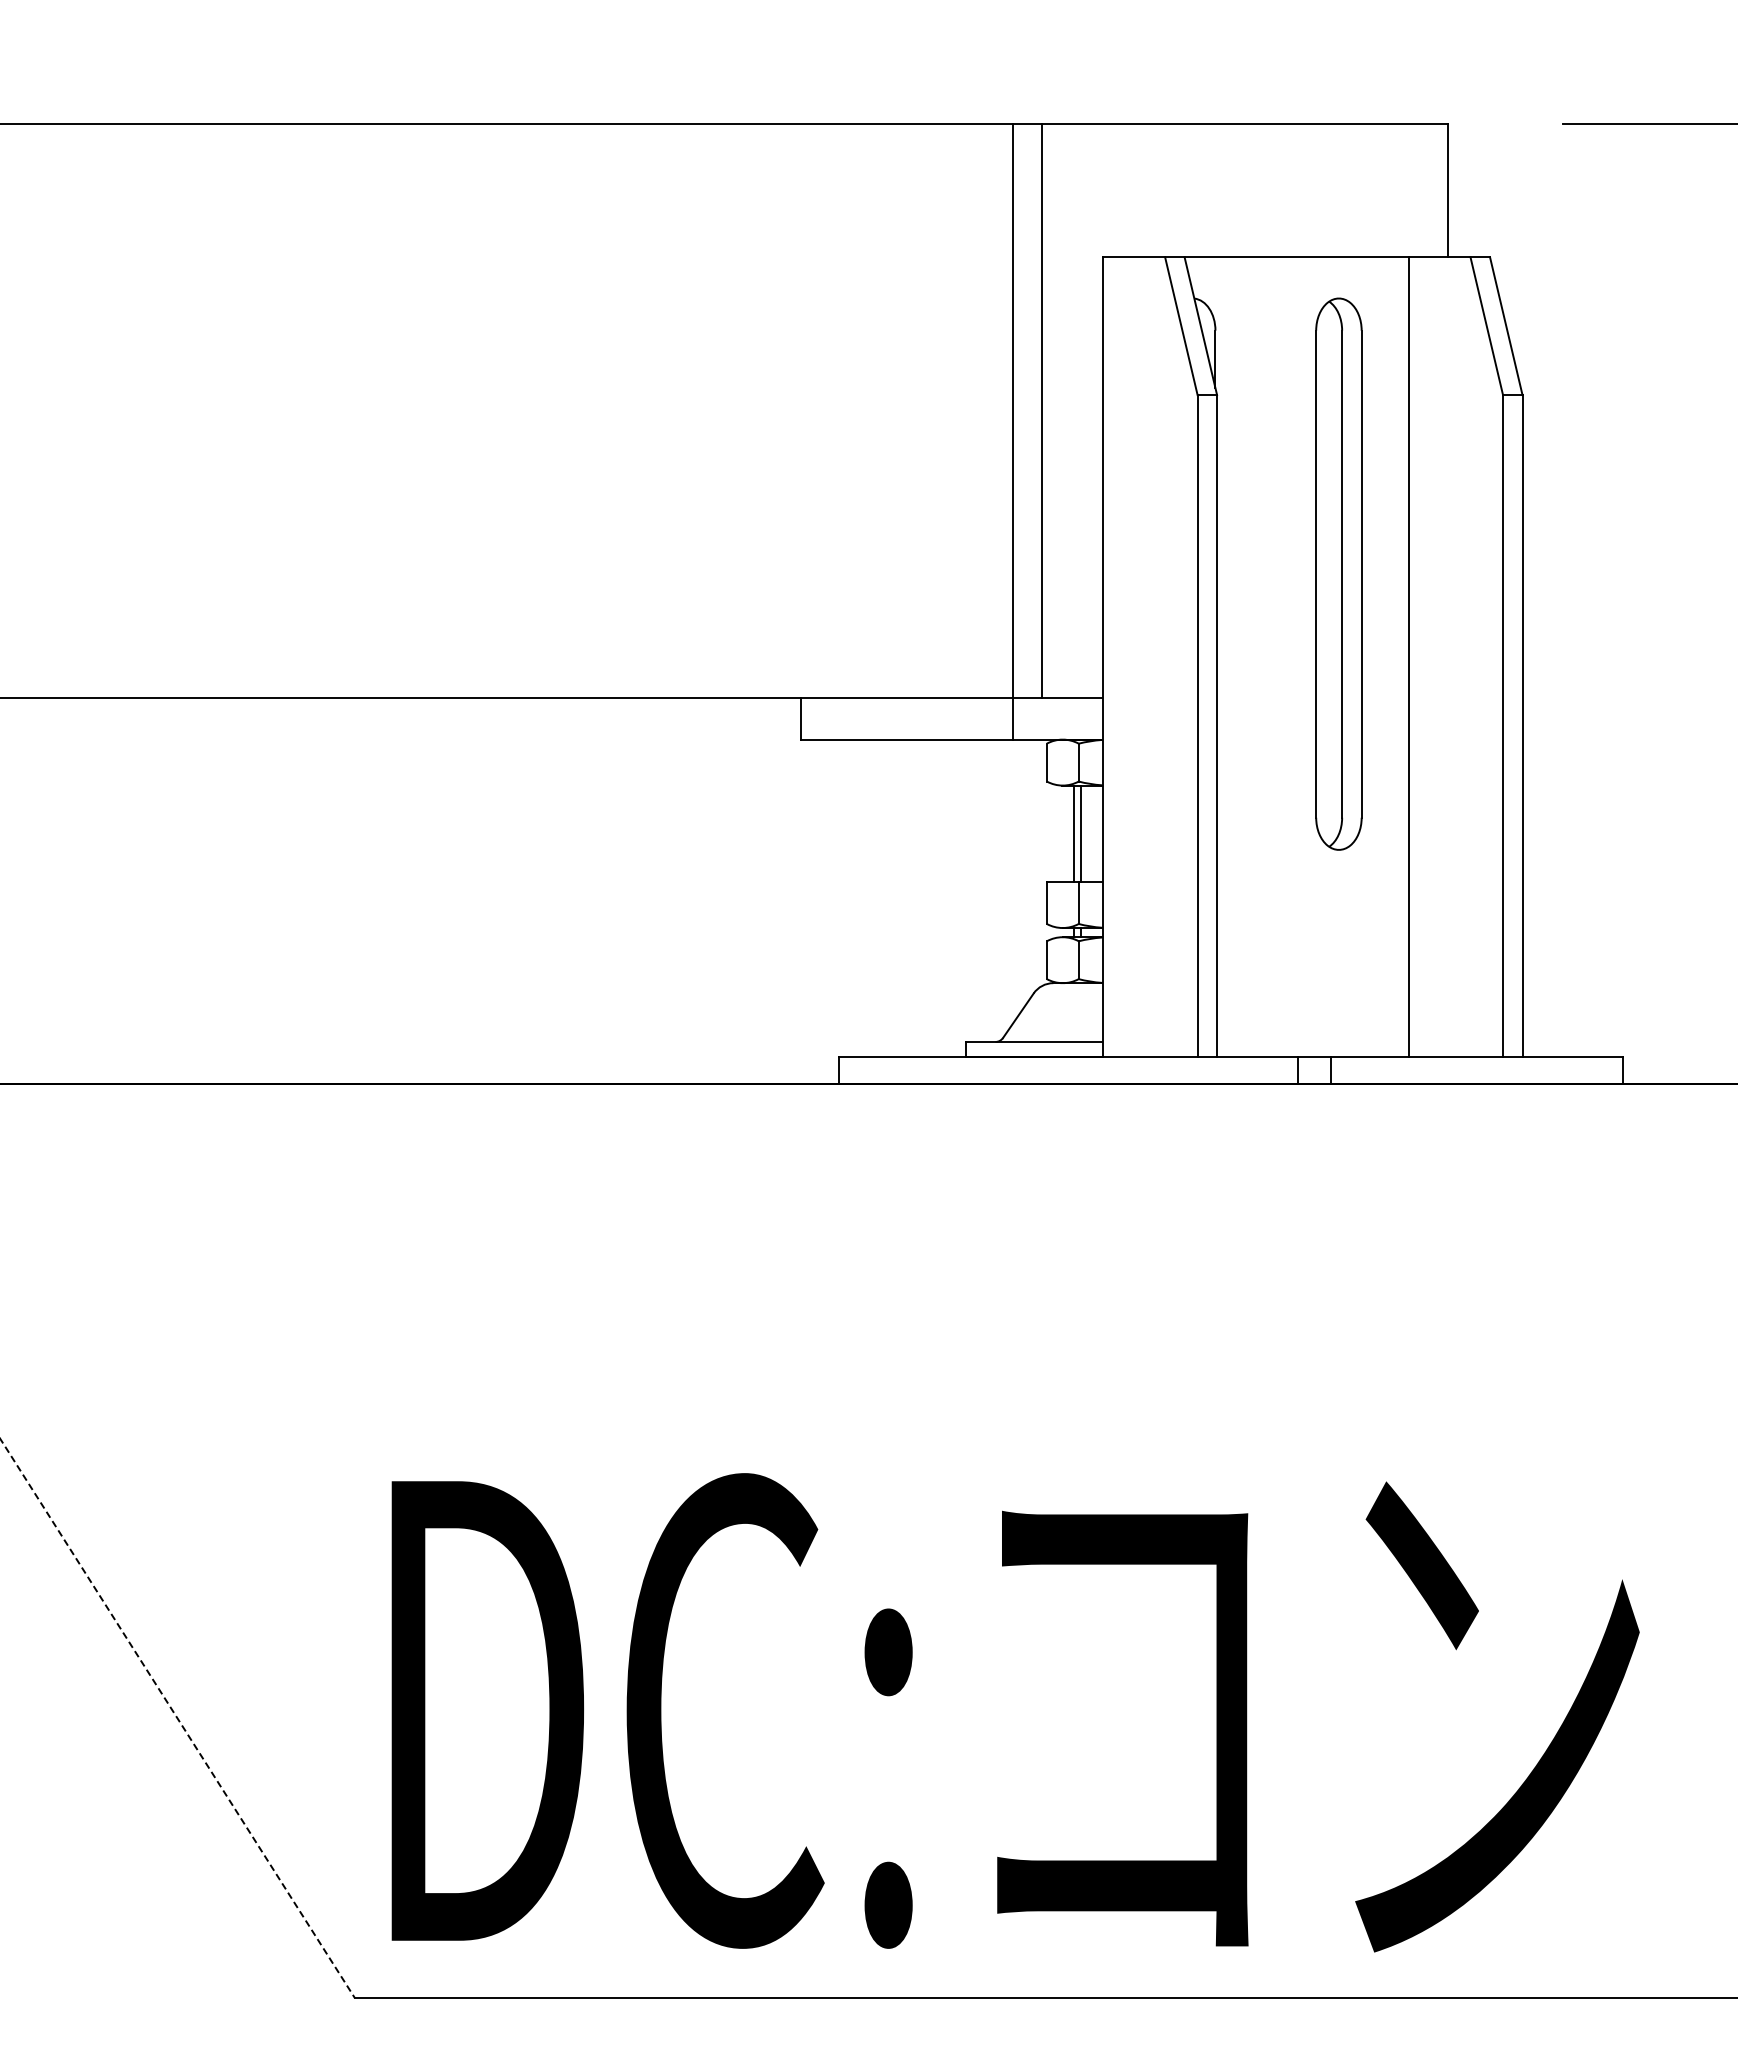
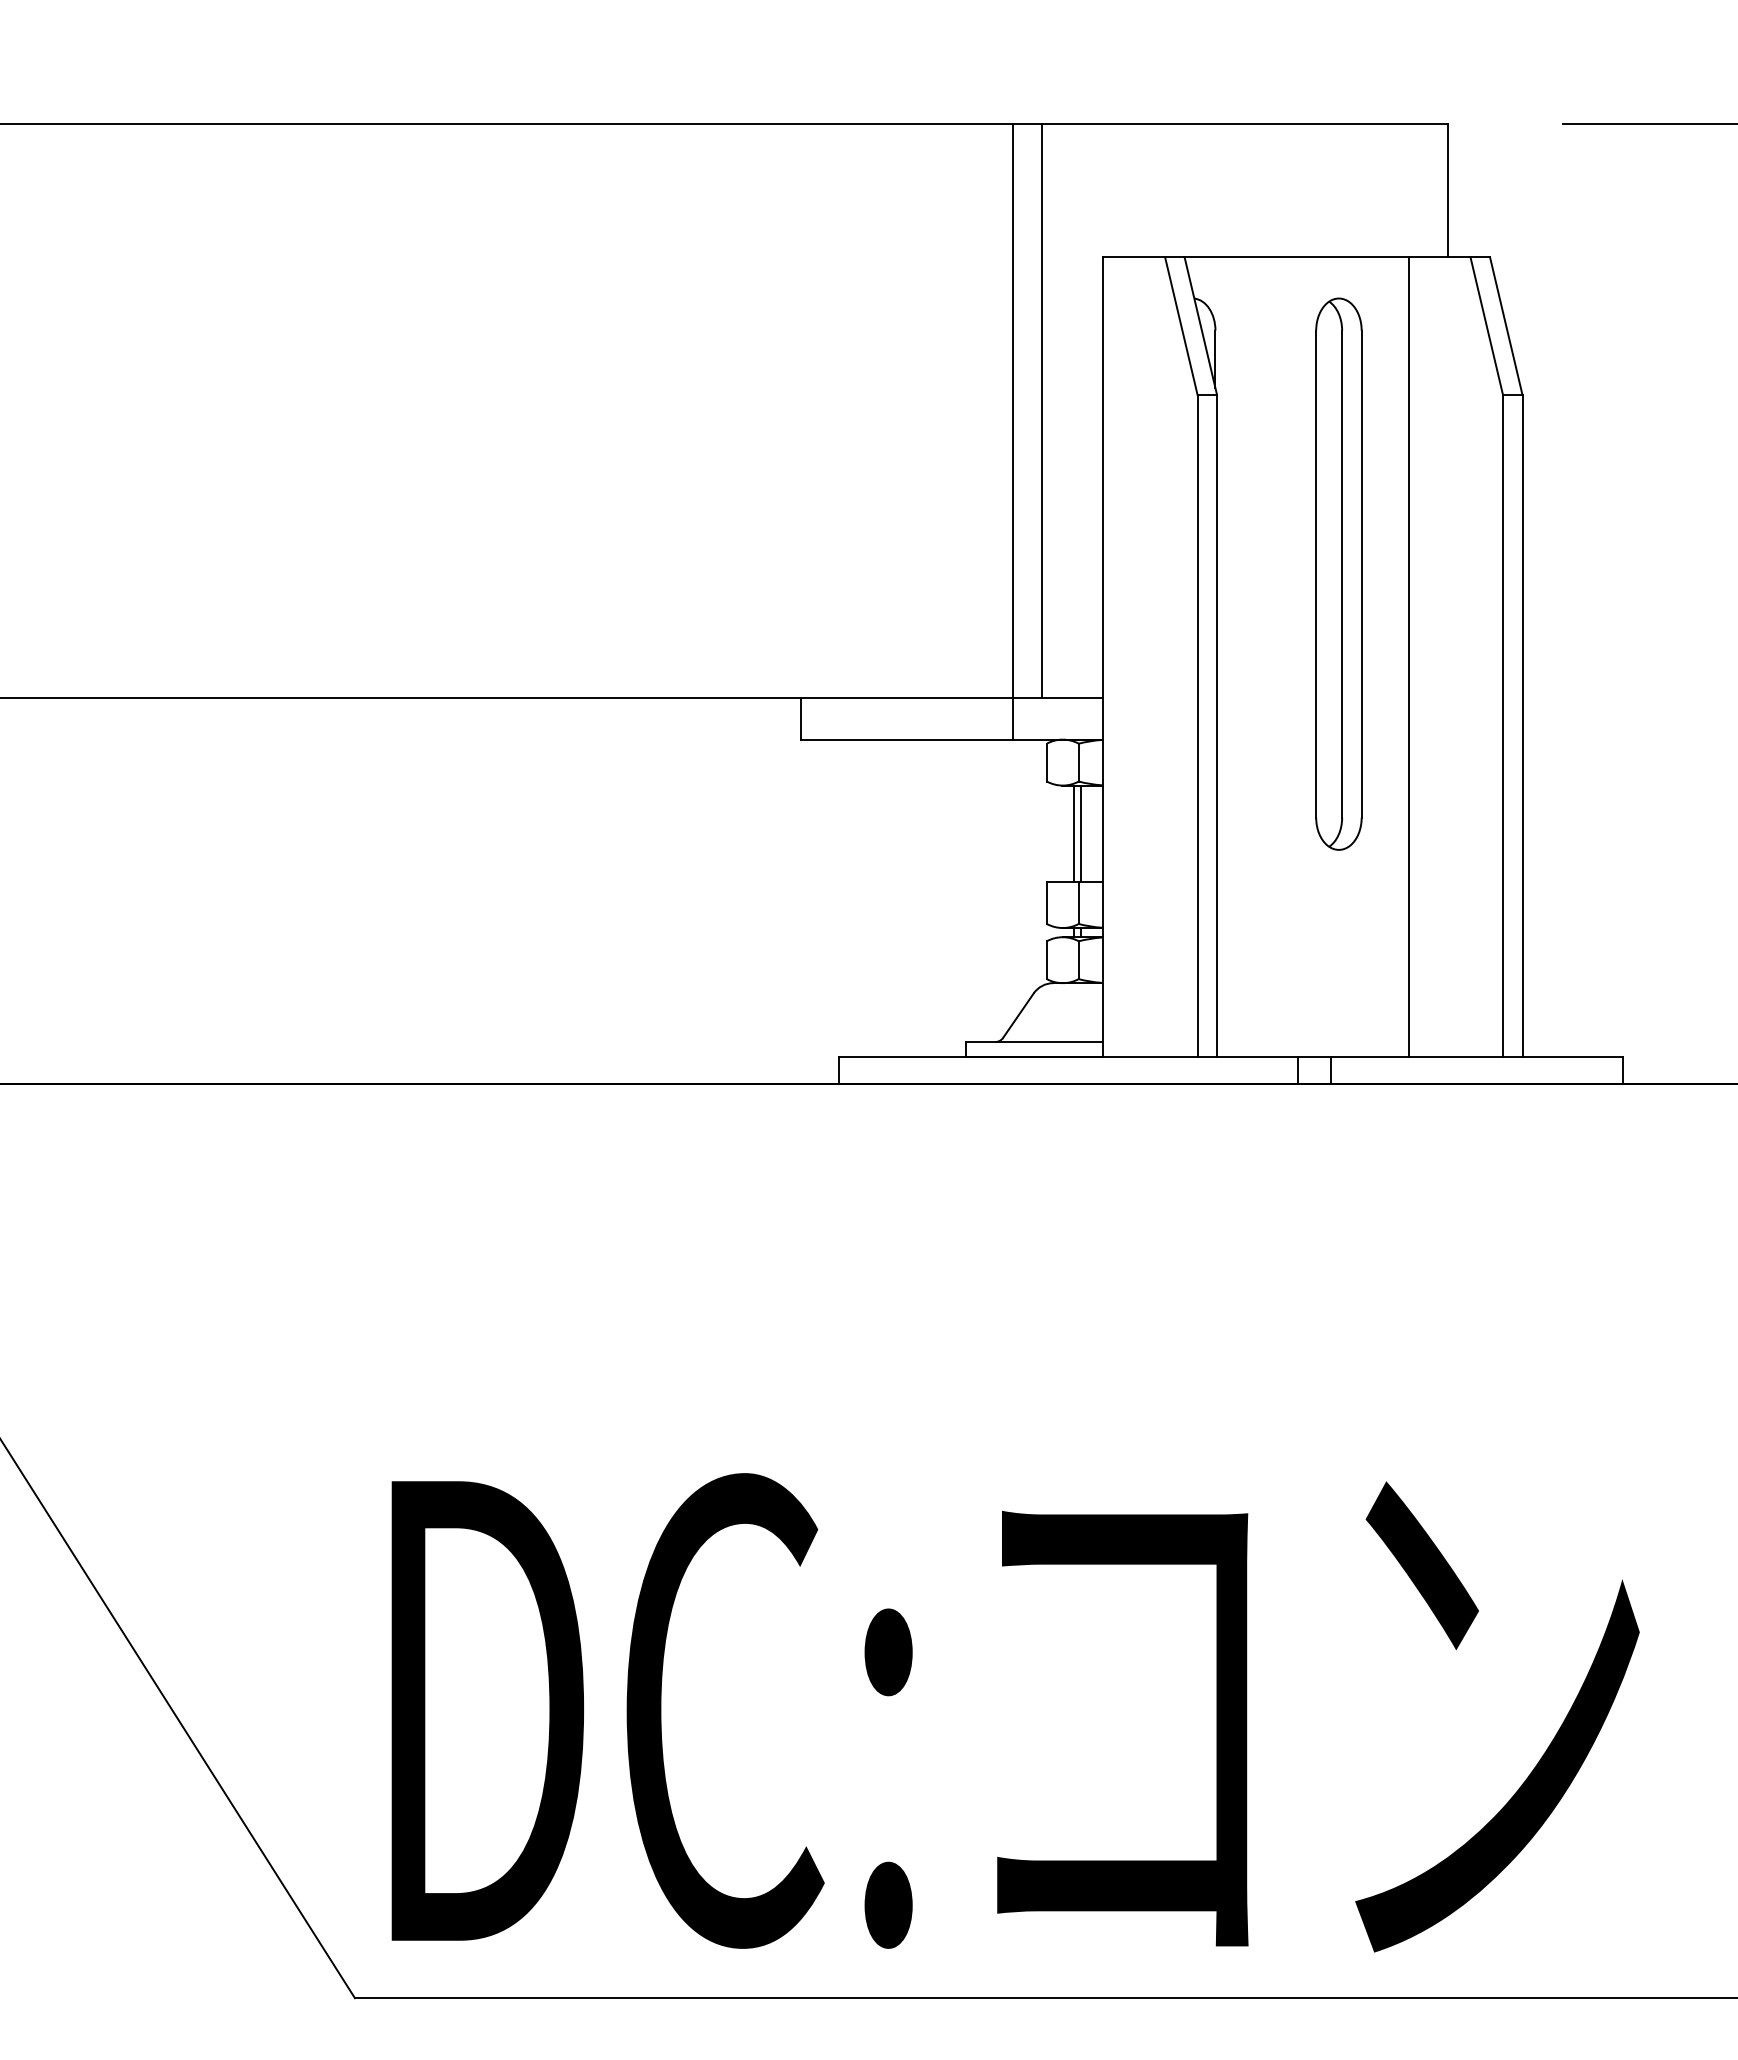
line at (177, 1718): dashed -> solid
